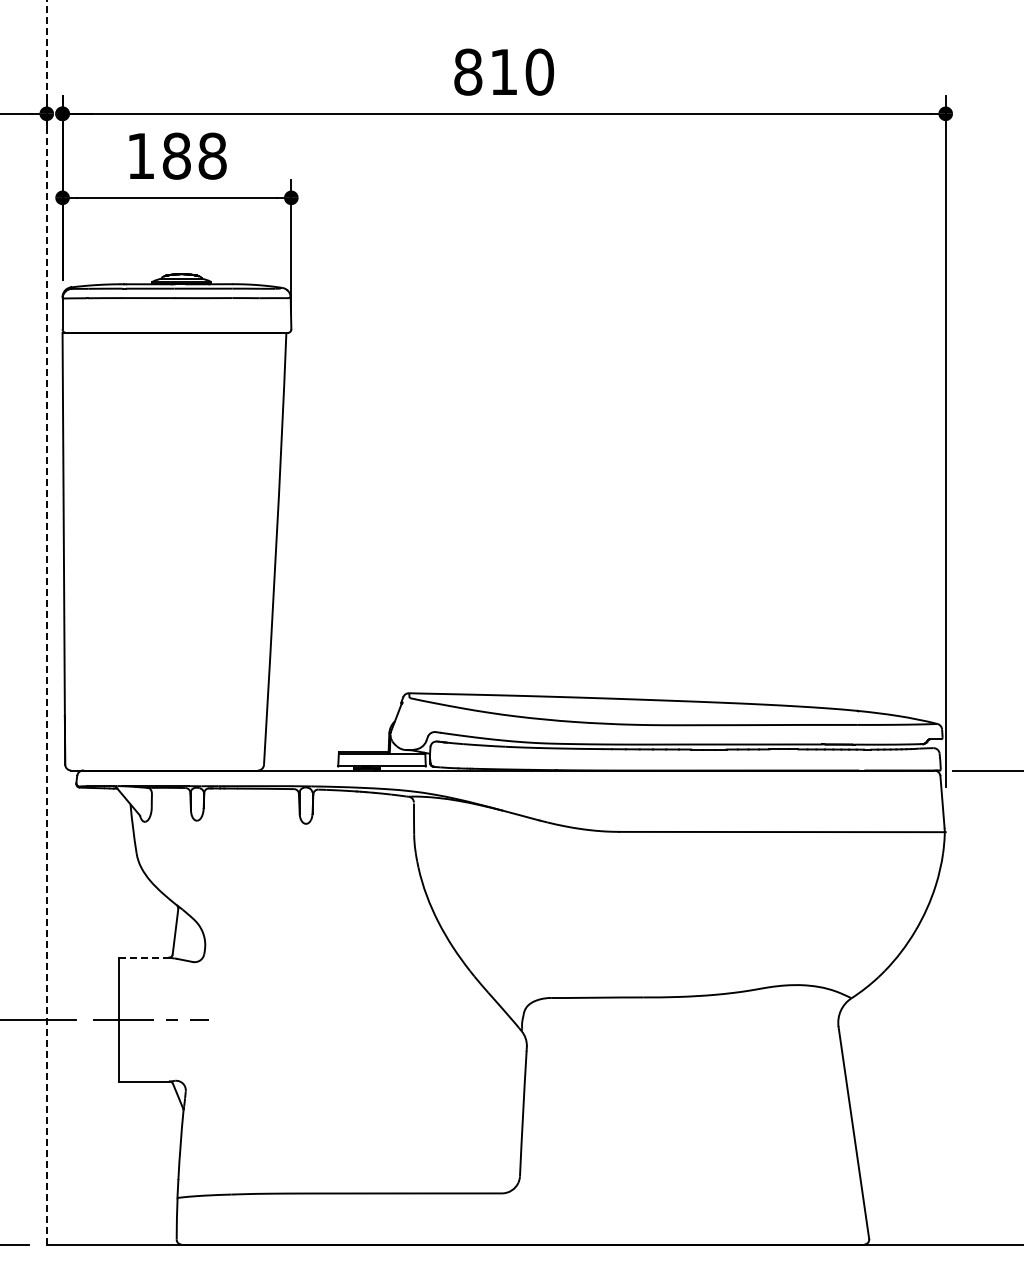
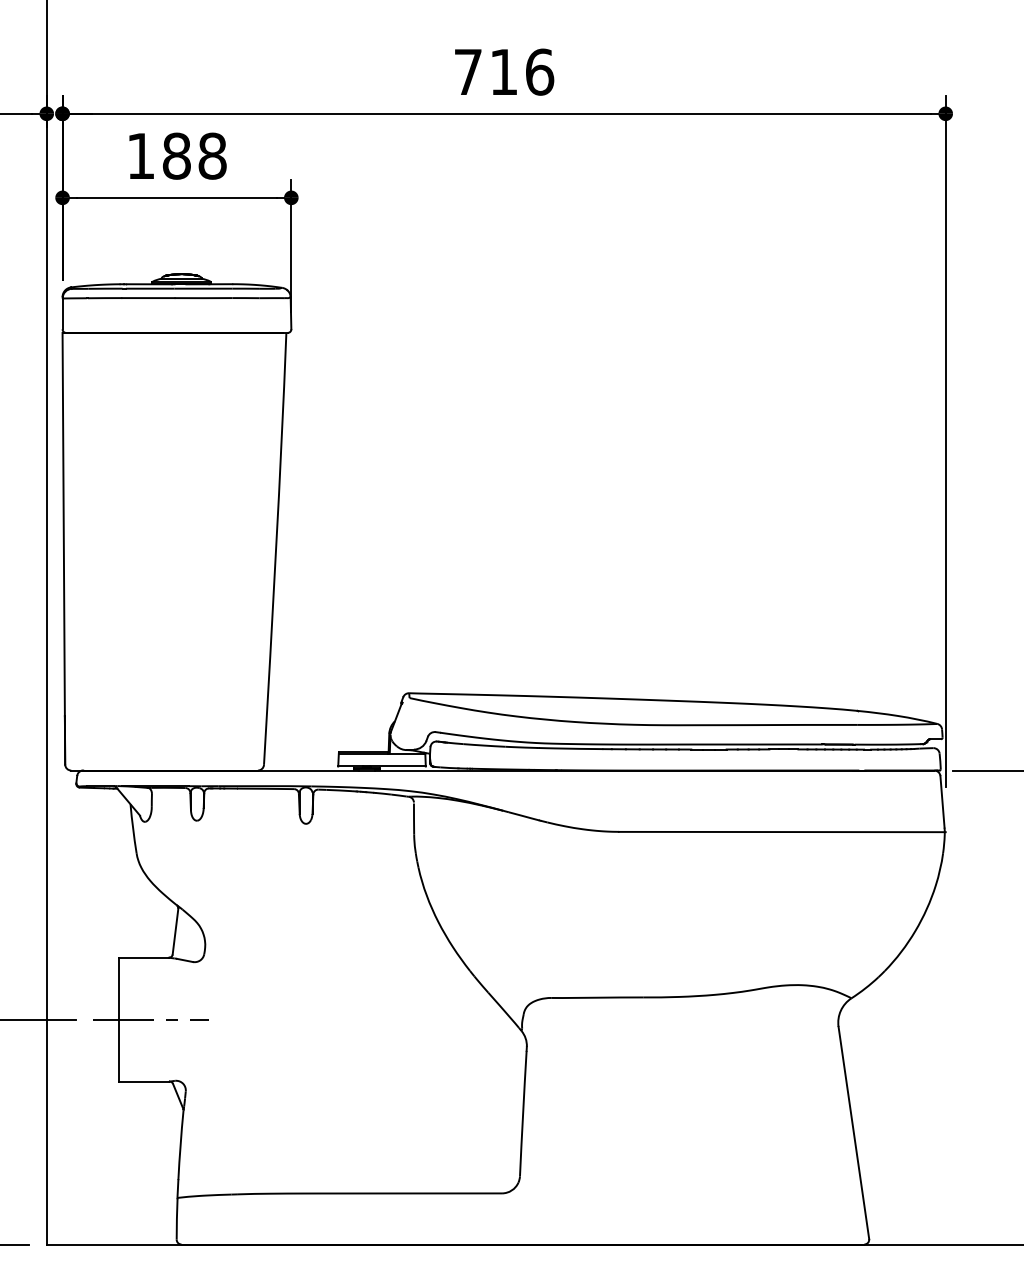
text at (504, 71): 810 -> 716
line at (46, 622): dashed -> solid
line at (144, 957): dashed -> solid
